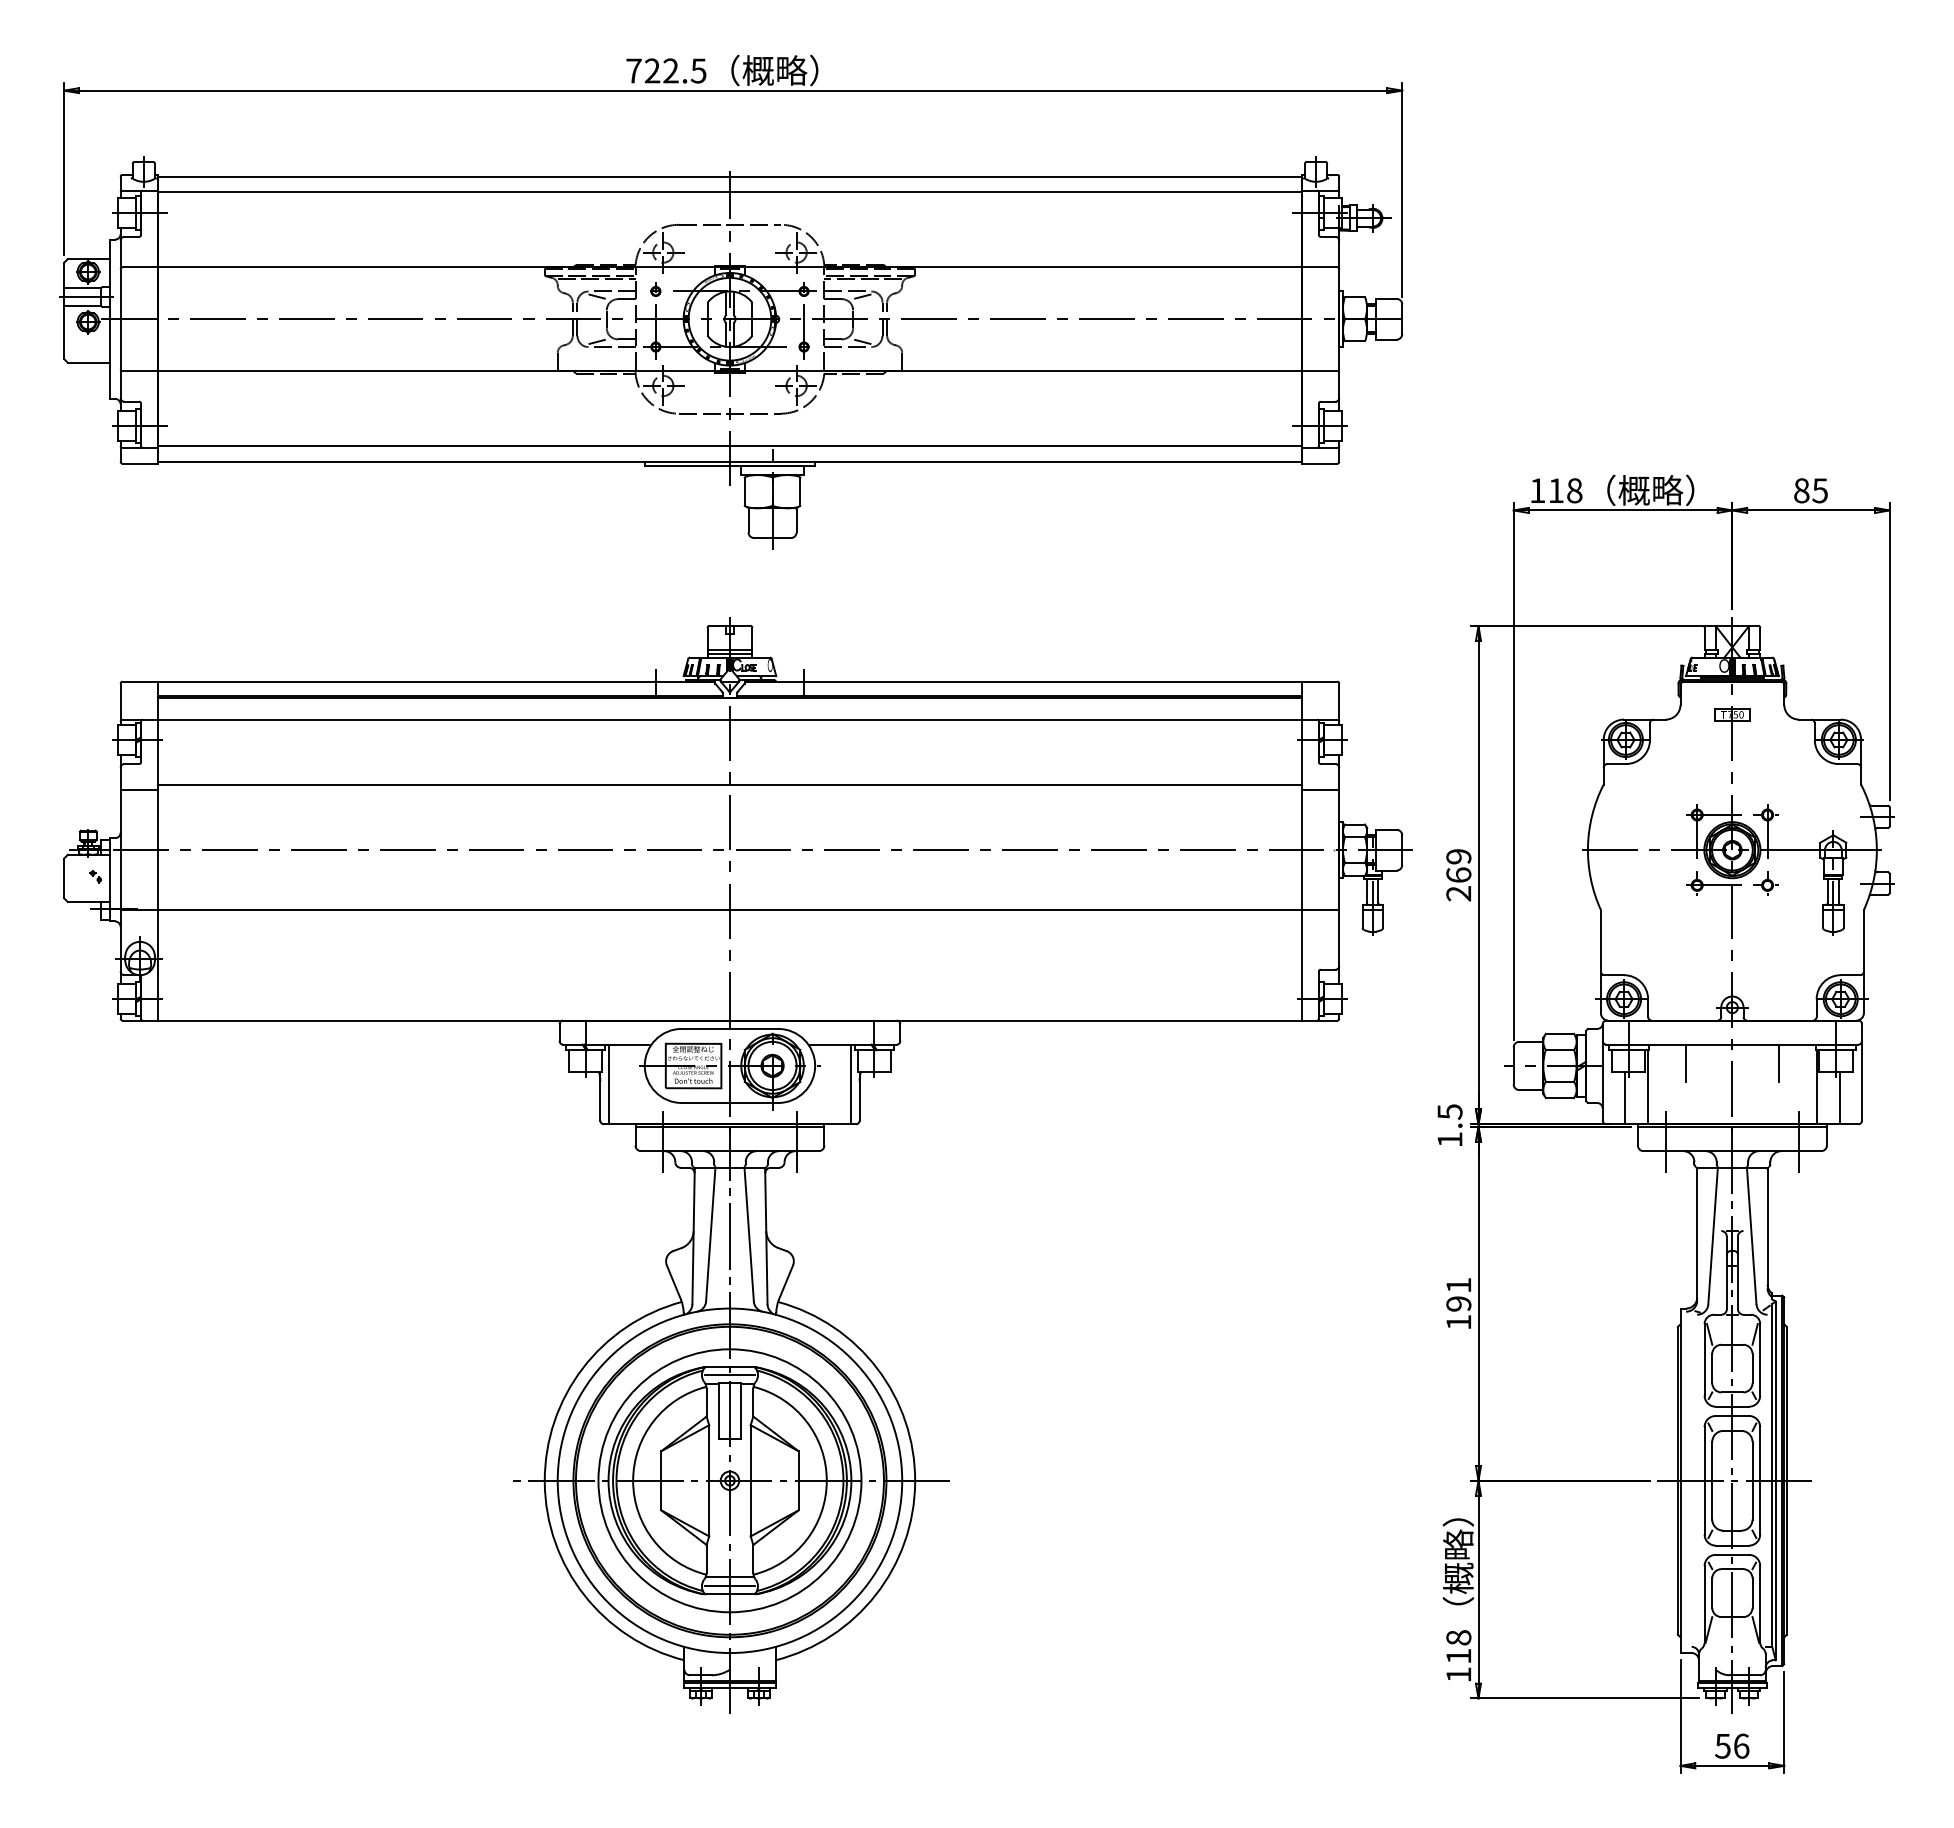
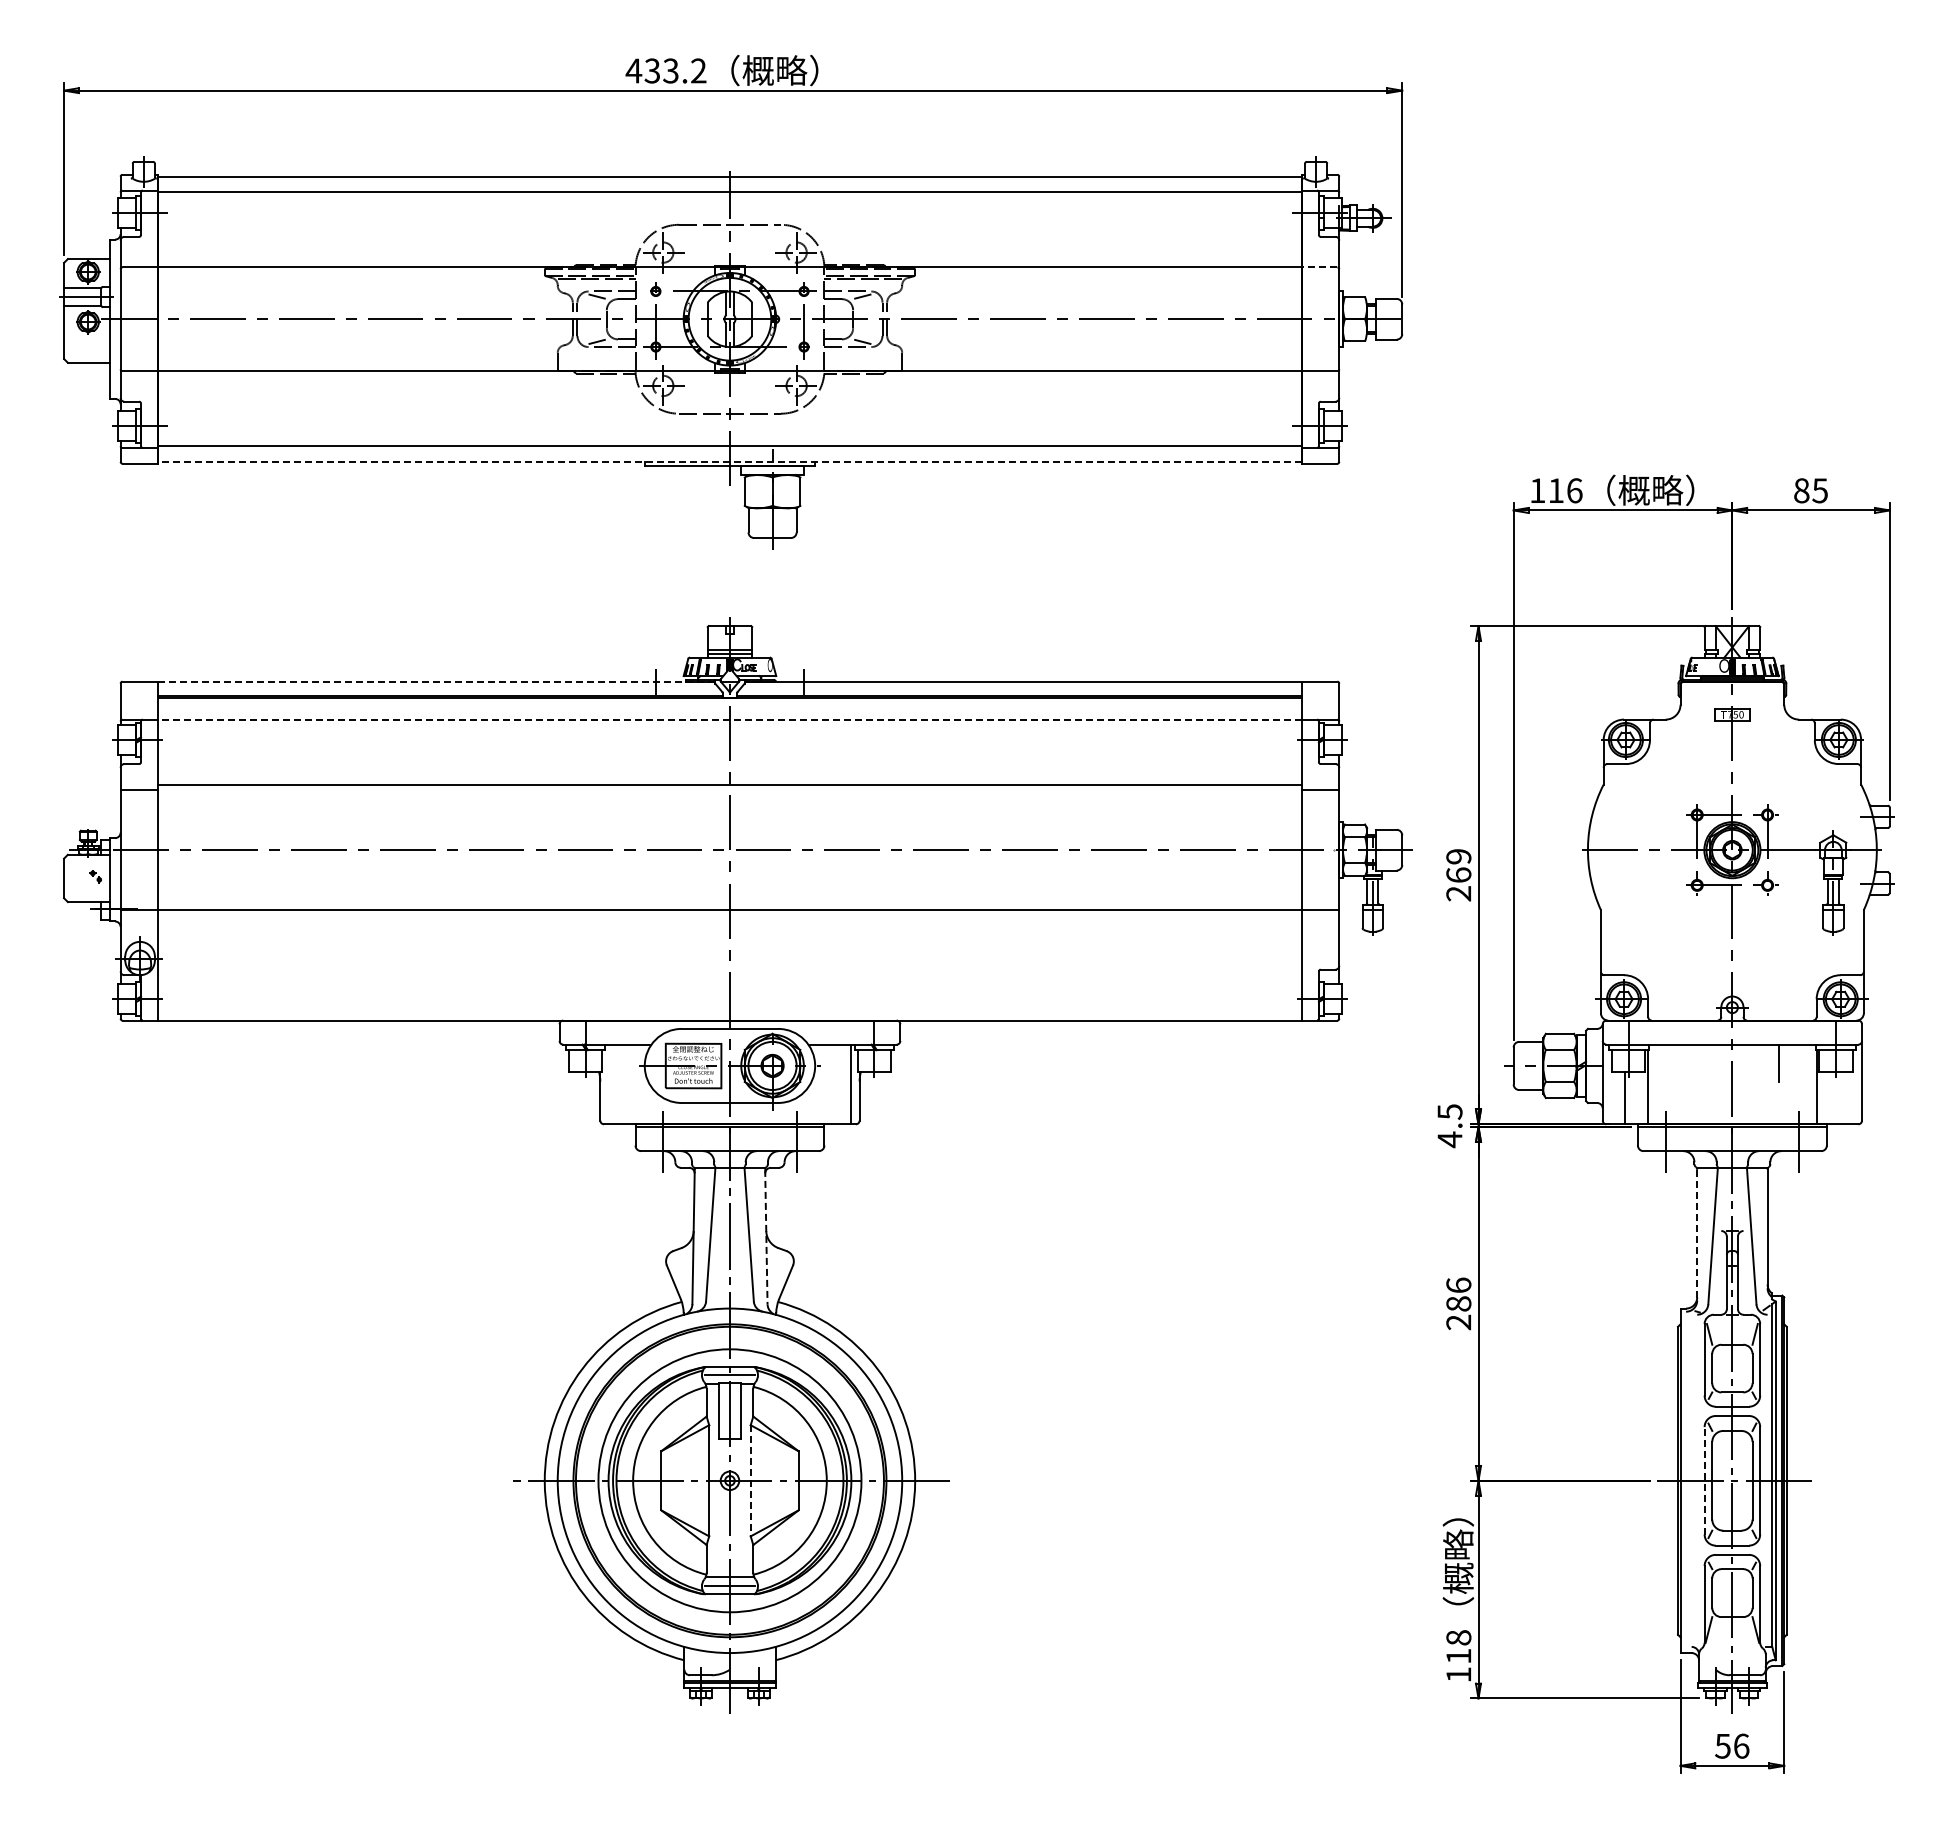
text at (665, 70): 722.5 -> 433.2
line at (1319, 267): solid -> dashed
line at (729, 461): solid -> dashed
text at (1574, 490): 118 -> 116
line at (436, 681): solid -> dashed
line at (729, 719): solid -> dashed
line at (1686, 1062): present -> none
line at (609, 1084): present -> none
line at (1839, 1098): present -> none
text at (1449, 1139): 1.5 -> 4.5
line at (1697, 1235): solid -> dashed
line at (766, 1237): solid -> dashed
text at (1458, 1303): 191 -> 286
line at (750, 1480): solid -> dashed
line at (1704, 1480): solid -> dashed
